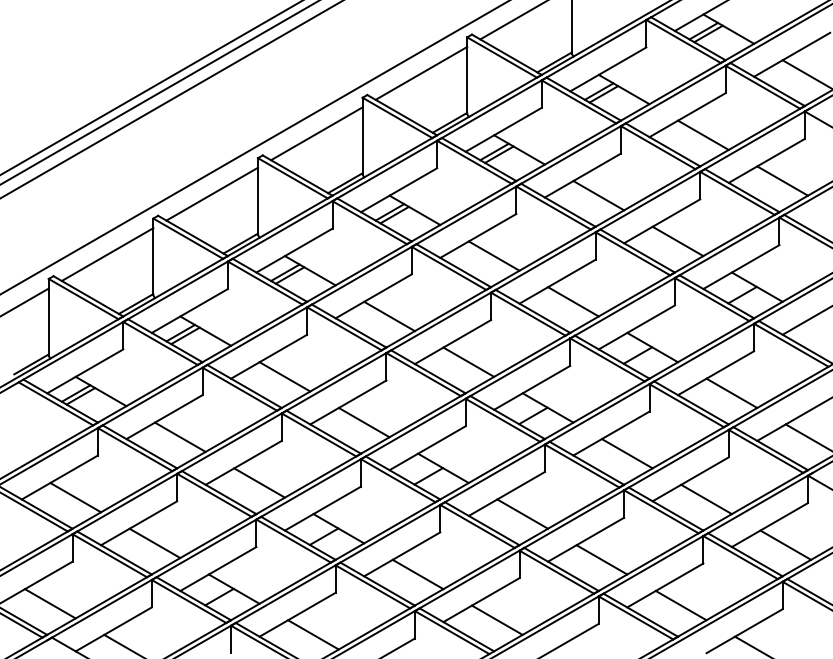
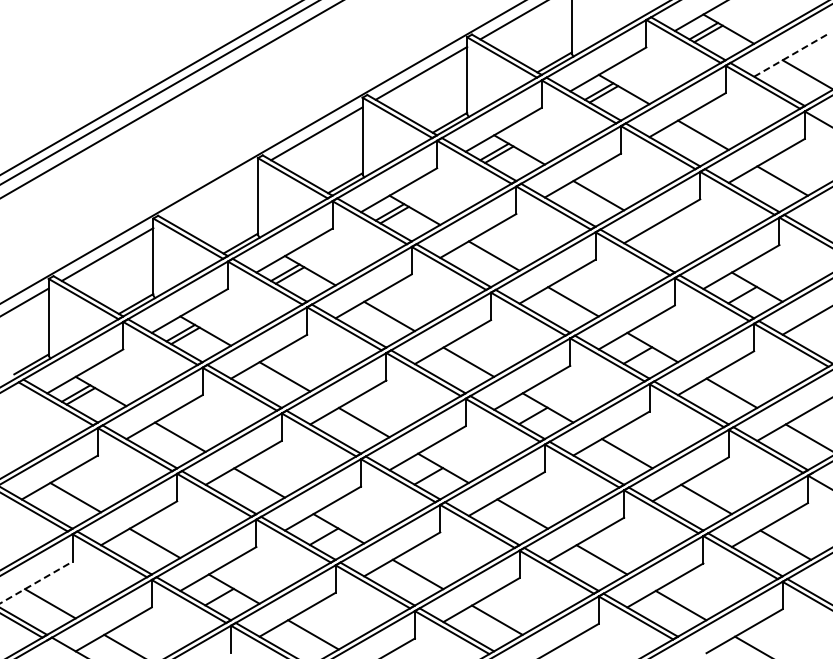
line at (792, 54): solid -> dashed
line at (254, 147) position: (254, 147) -> (262, 152)
line at (212, 193): present -> none
line at (677, 241): present -> none
line at (37, 582): solid -> dashed
